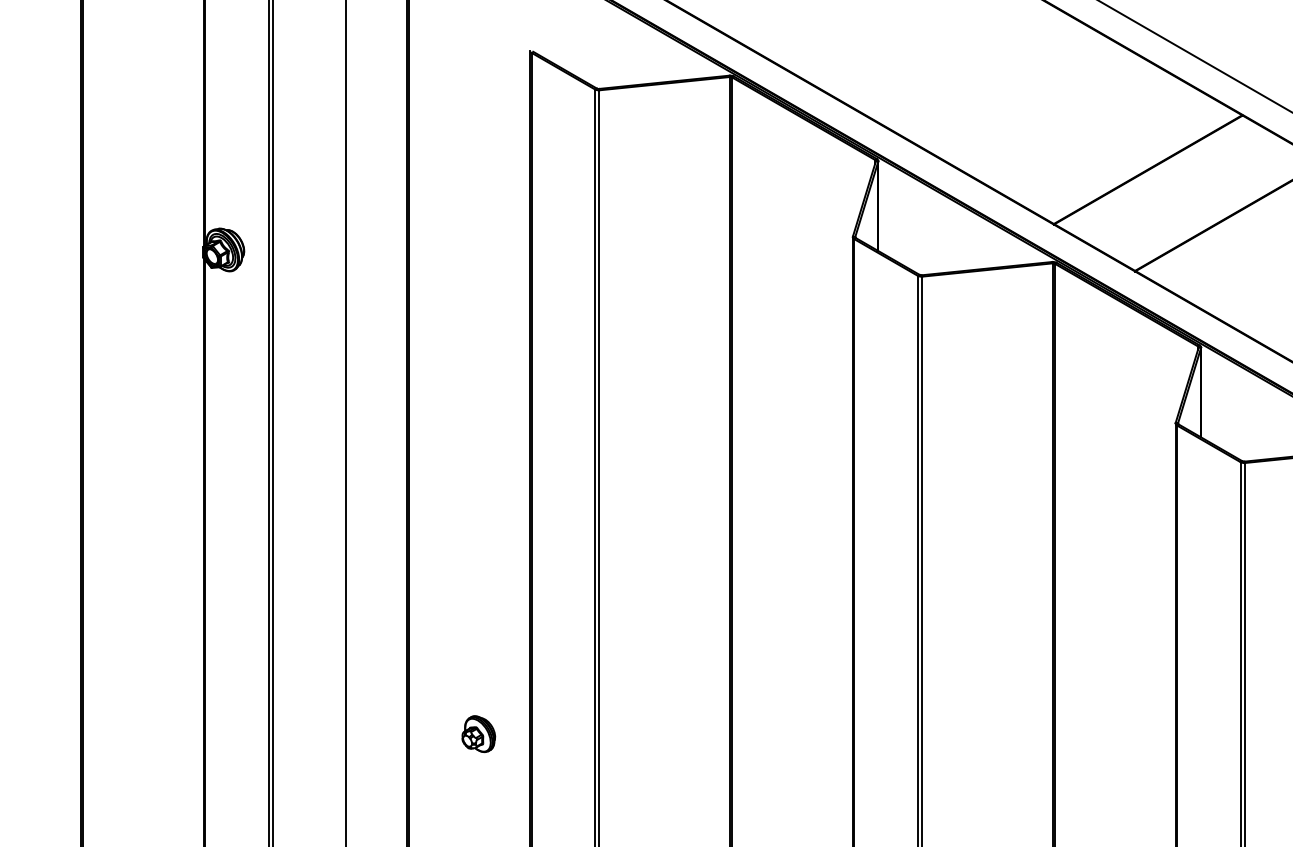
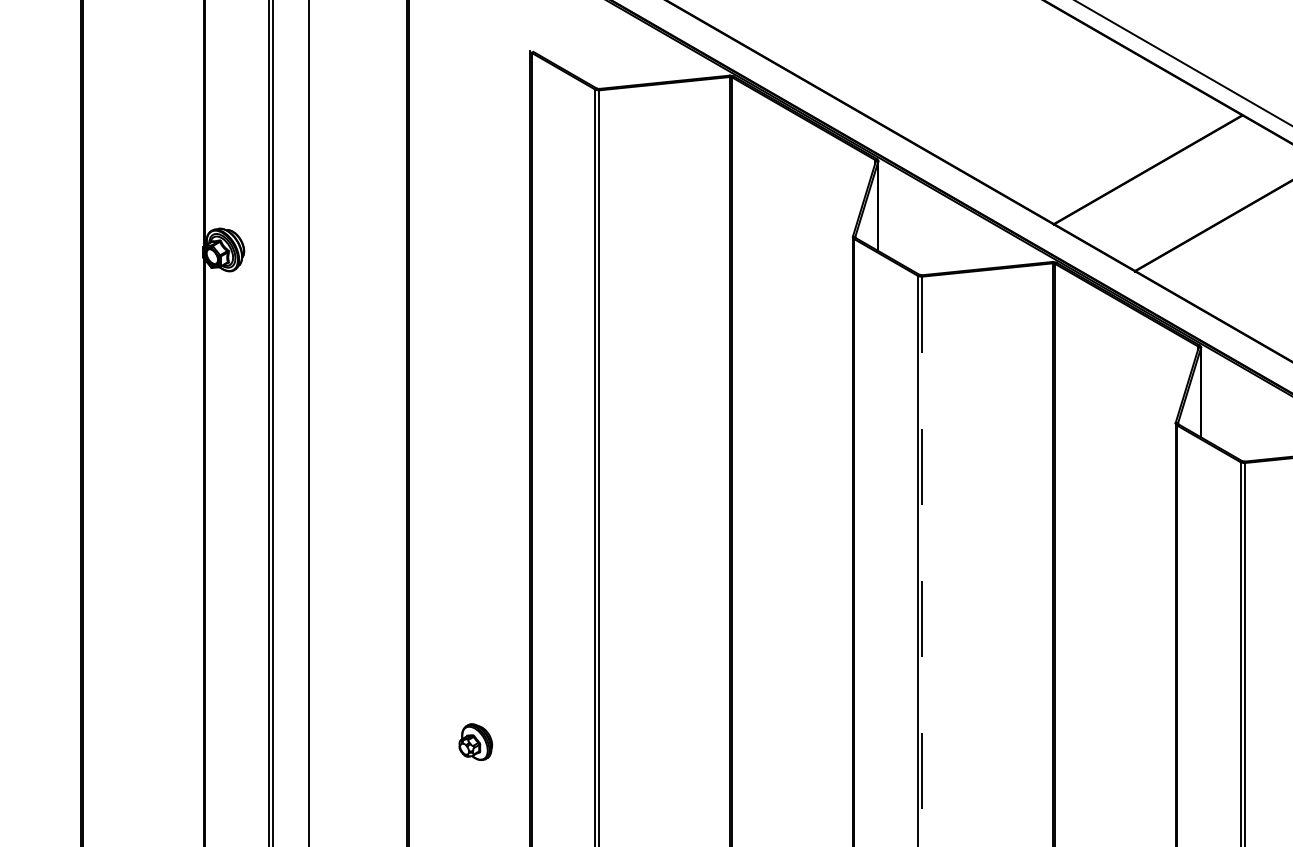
line at (1195, 56) position: (1195, 56) -> (1183, 63)
line at (345, 422) position: (345, 422) -> (308, 422)
line at (922, 561): solid -> dashed
part at (478, 734) position: (478, 734) -> (475, 742)
